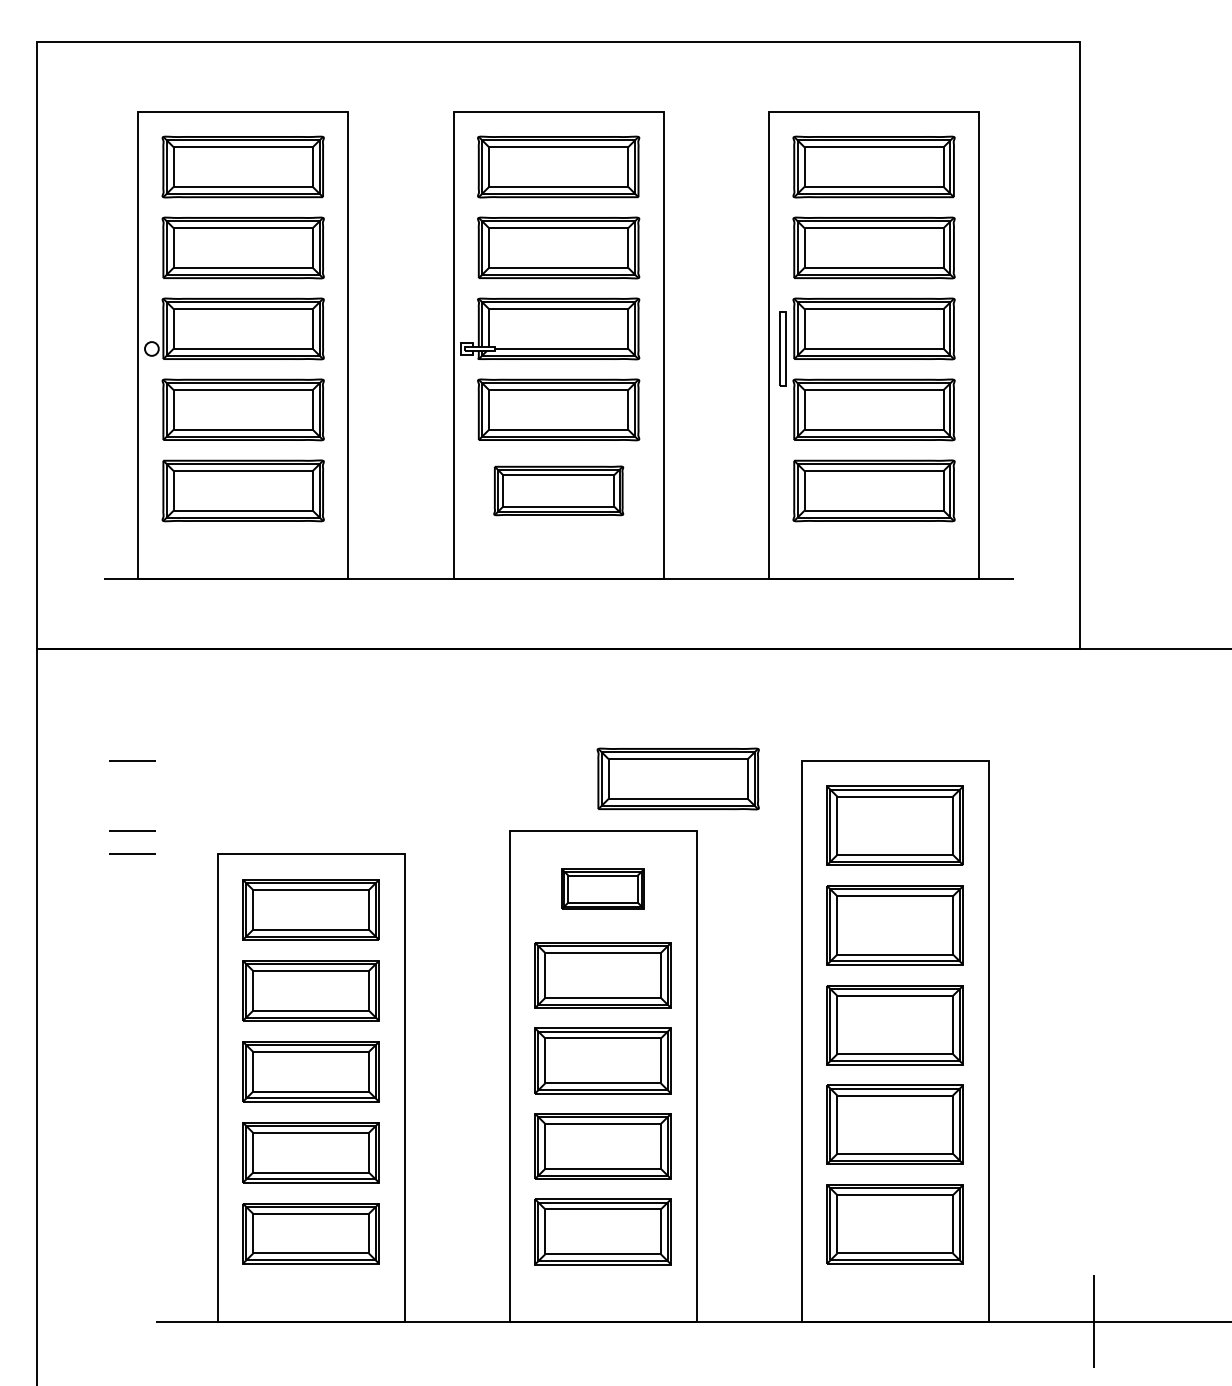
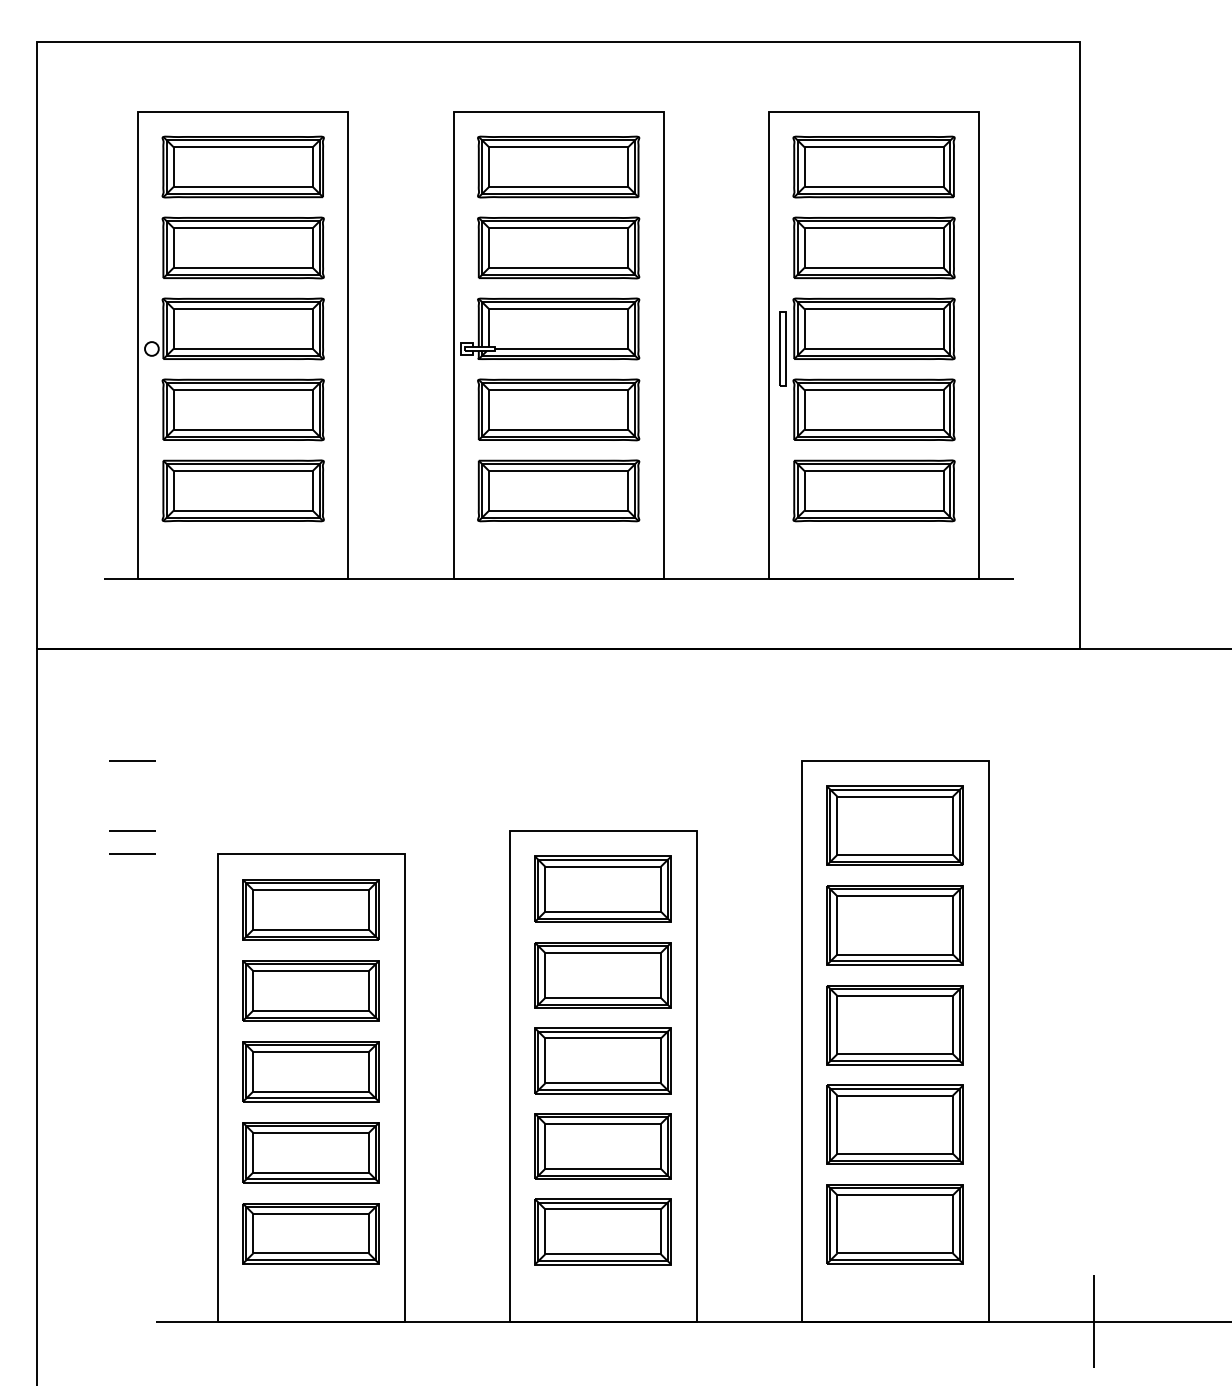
part at (558, 490) size: 132x52 px -> 164x64 px
part at (677, 778): present -> none
part at (602, 888) size: 84x42 px -> 138x68 px
